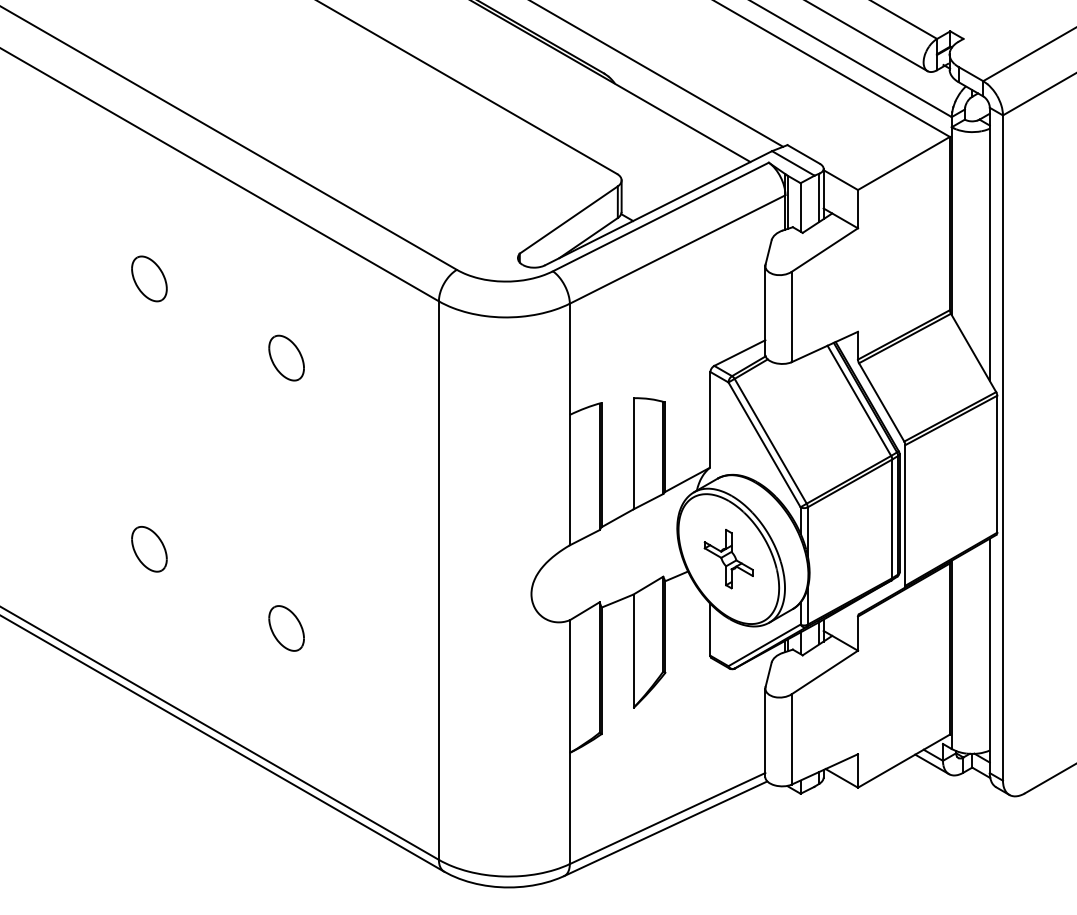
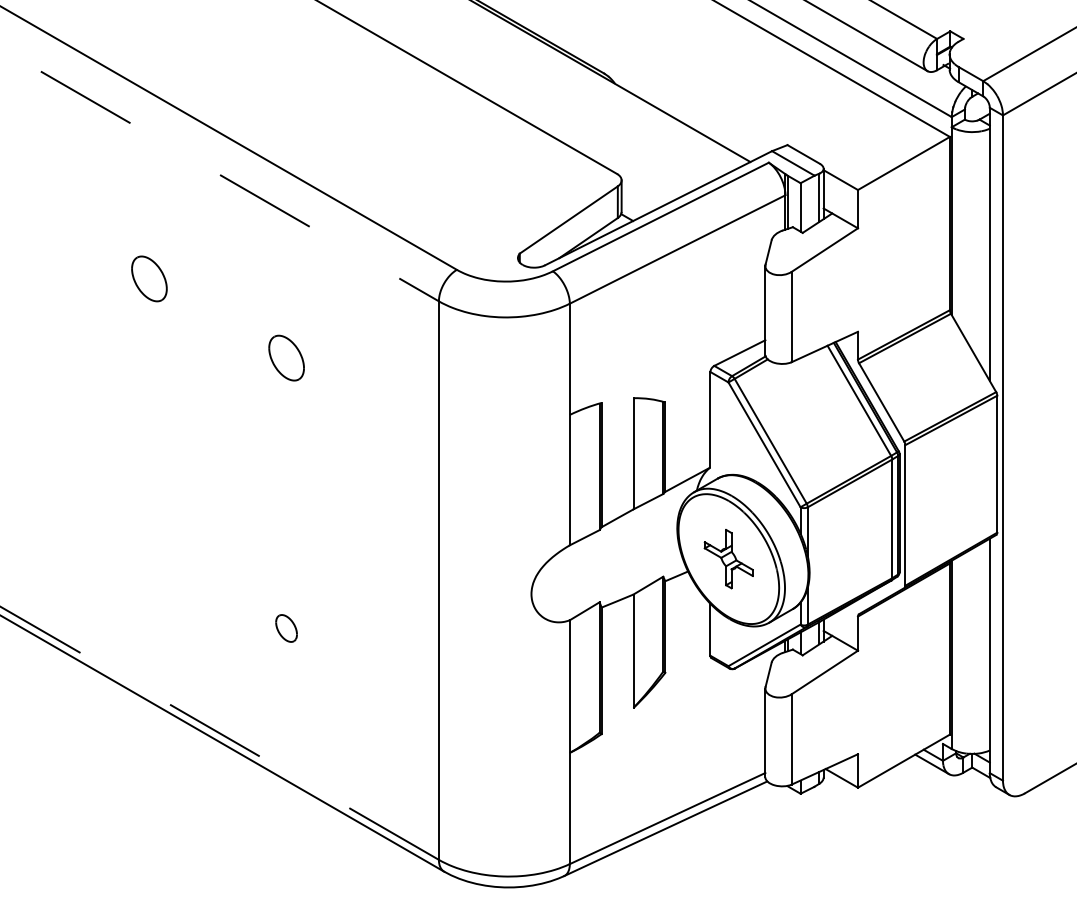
line at (657, 74): present -> none
line at (219, 174): solid -> dashed
part at (149, 549): present -> none
part at (286, 628) size: 37x47 px -> 23x29 px
line at (219, 732): solid -> dashed
